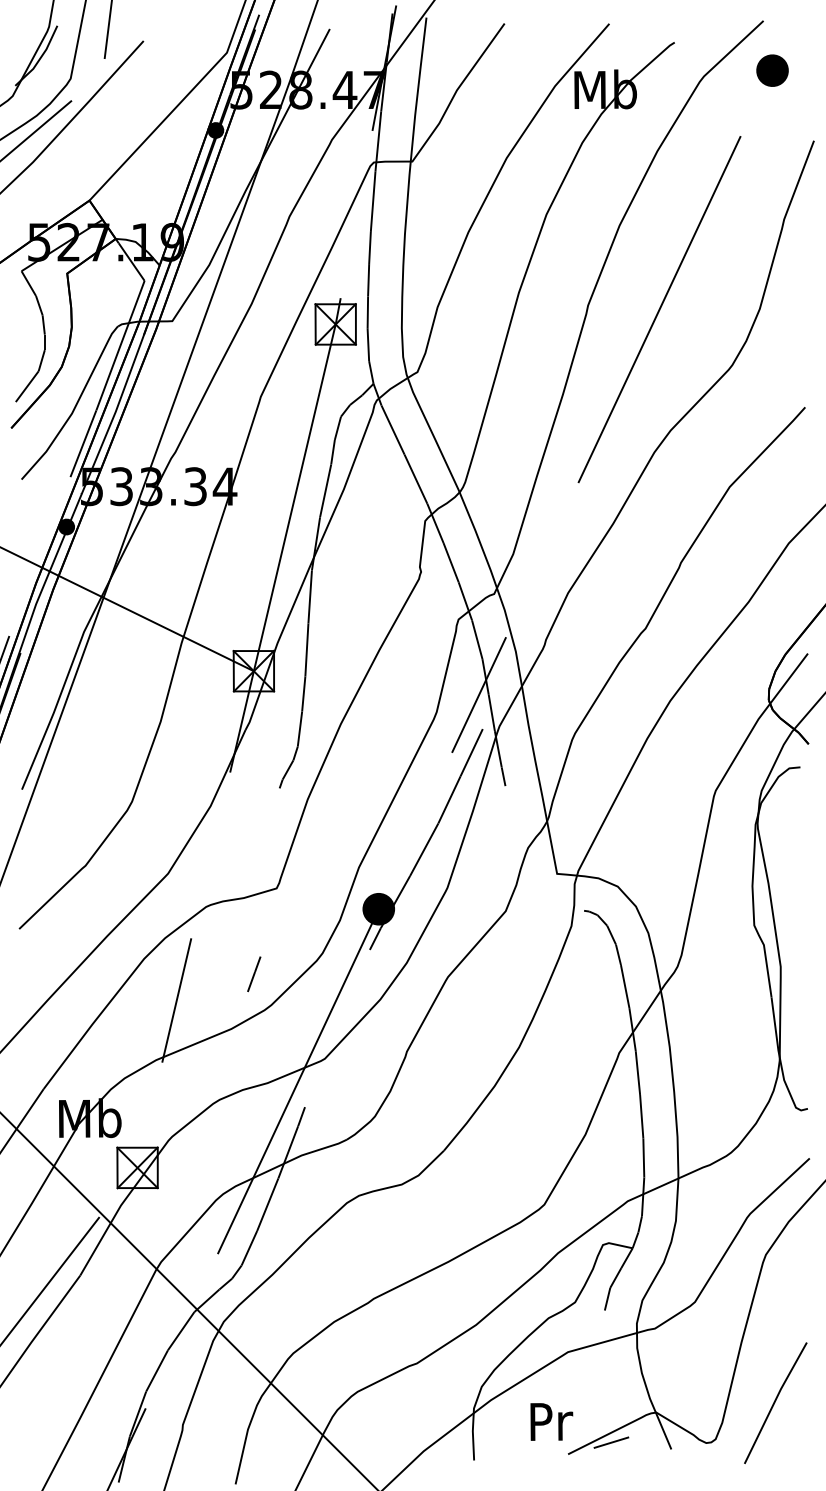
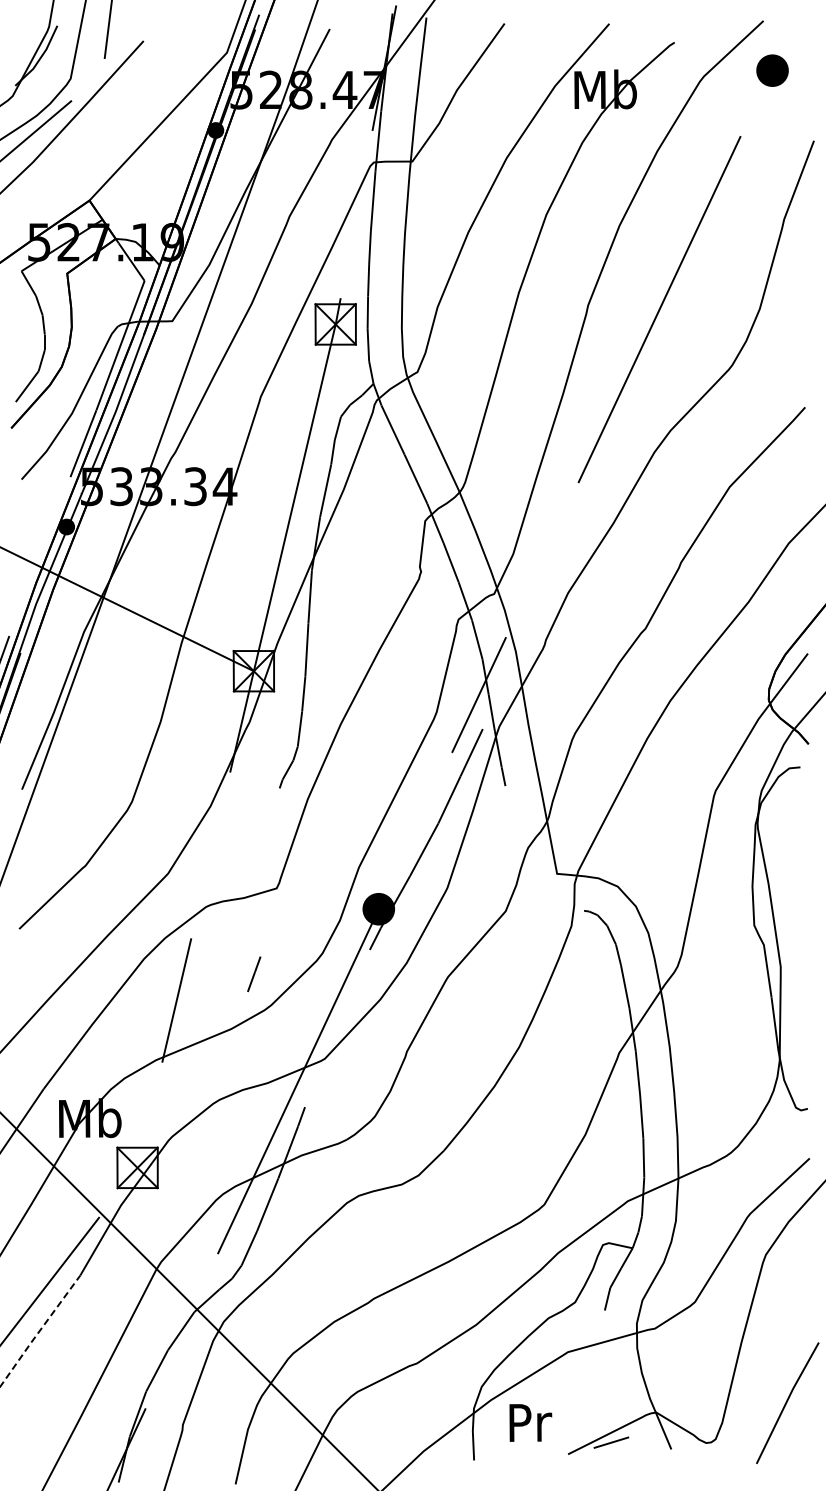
line at (39, 1330): solid -> dashed
line at (775, 1402) position: (775, 1402) -> (787, 1402)
text at (551, 1421) position: (551, 1421) -> (530, 1422)
